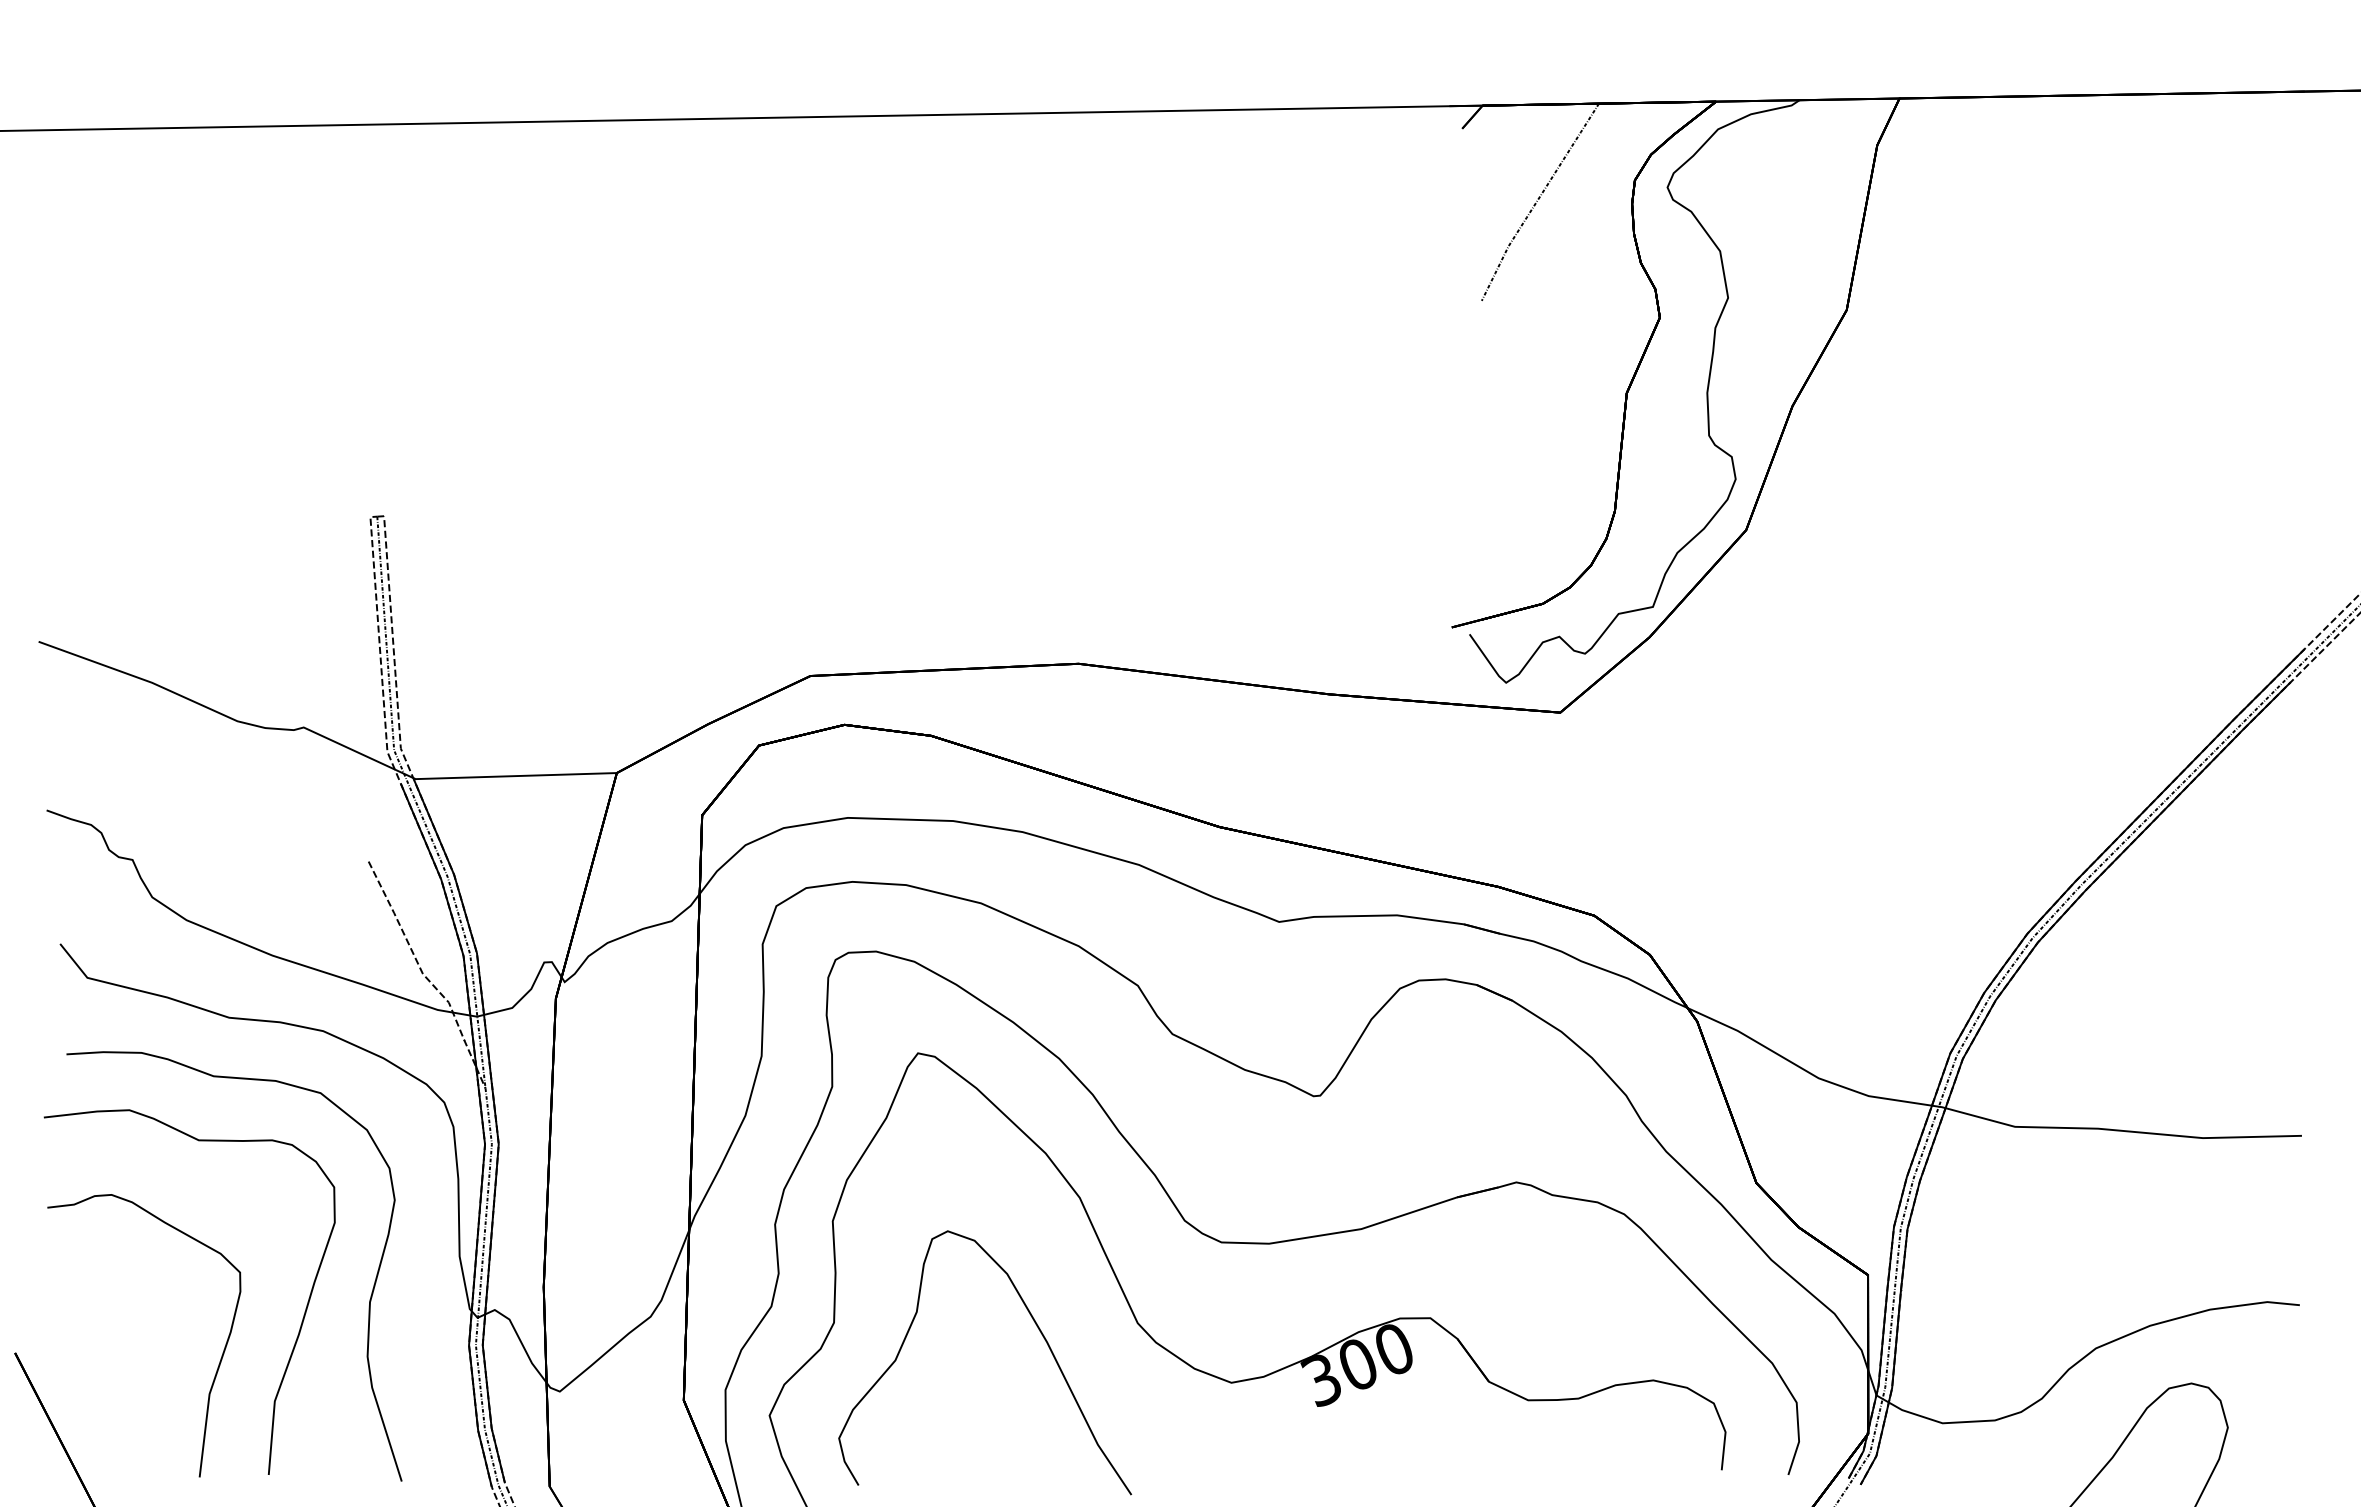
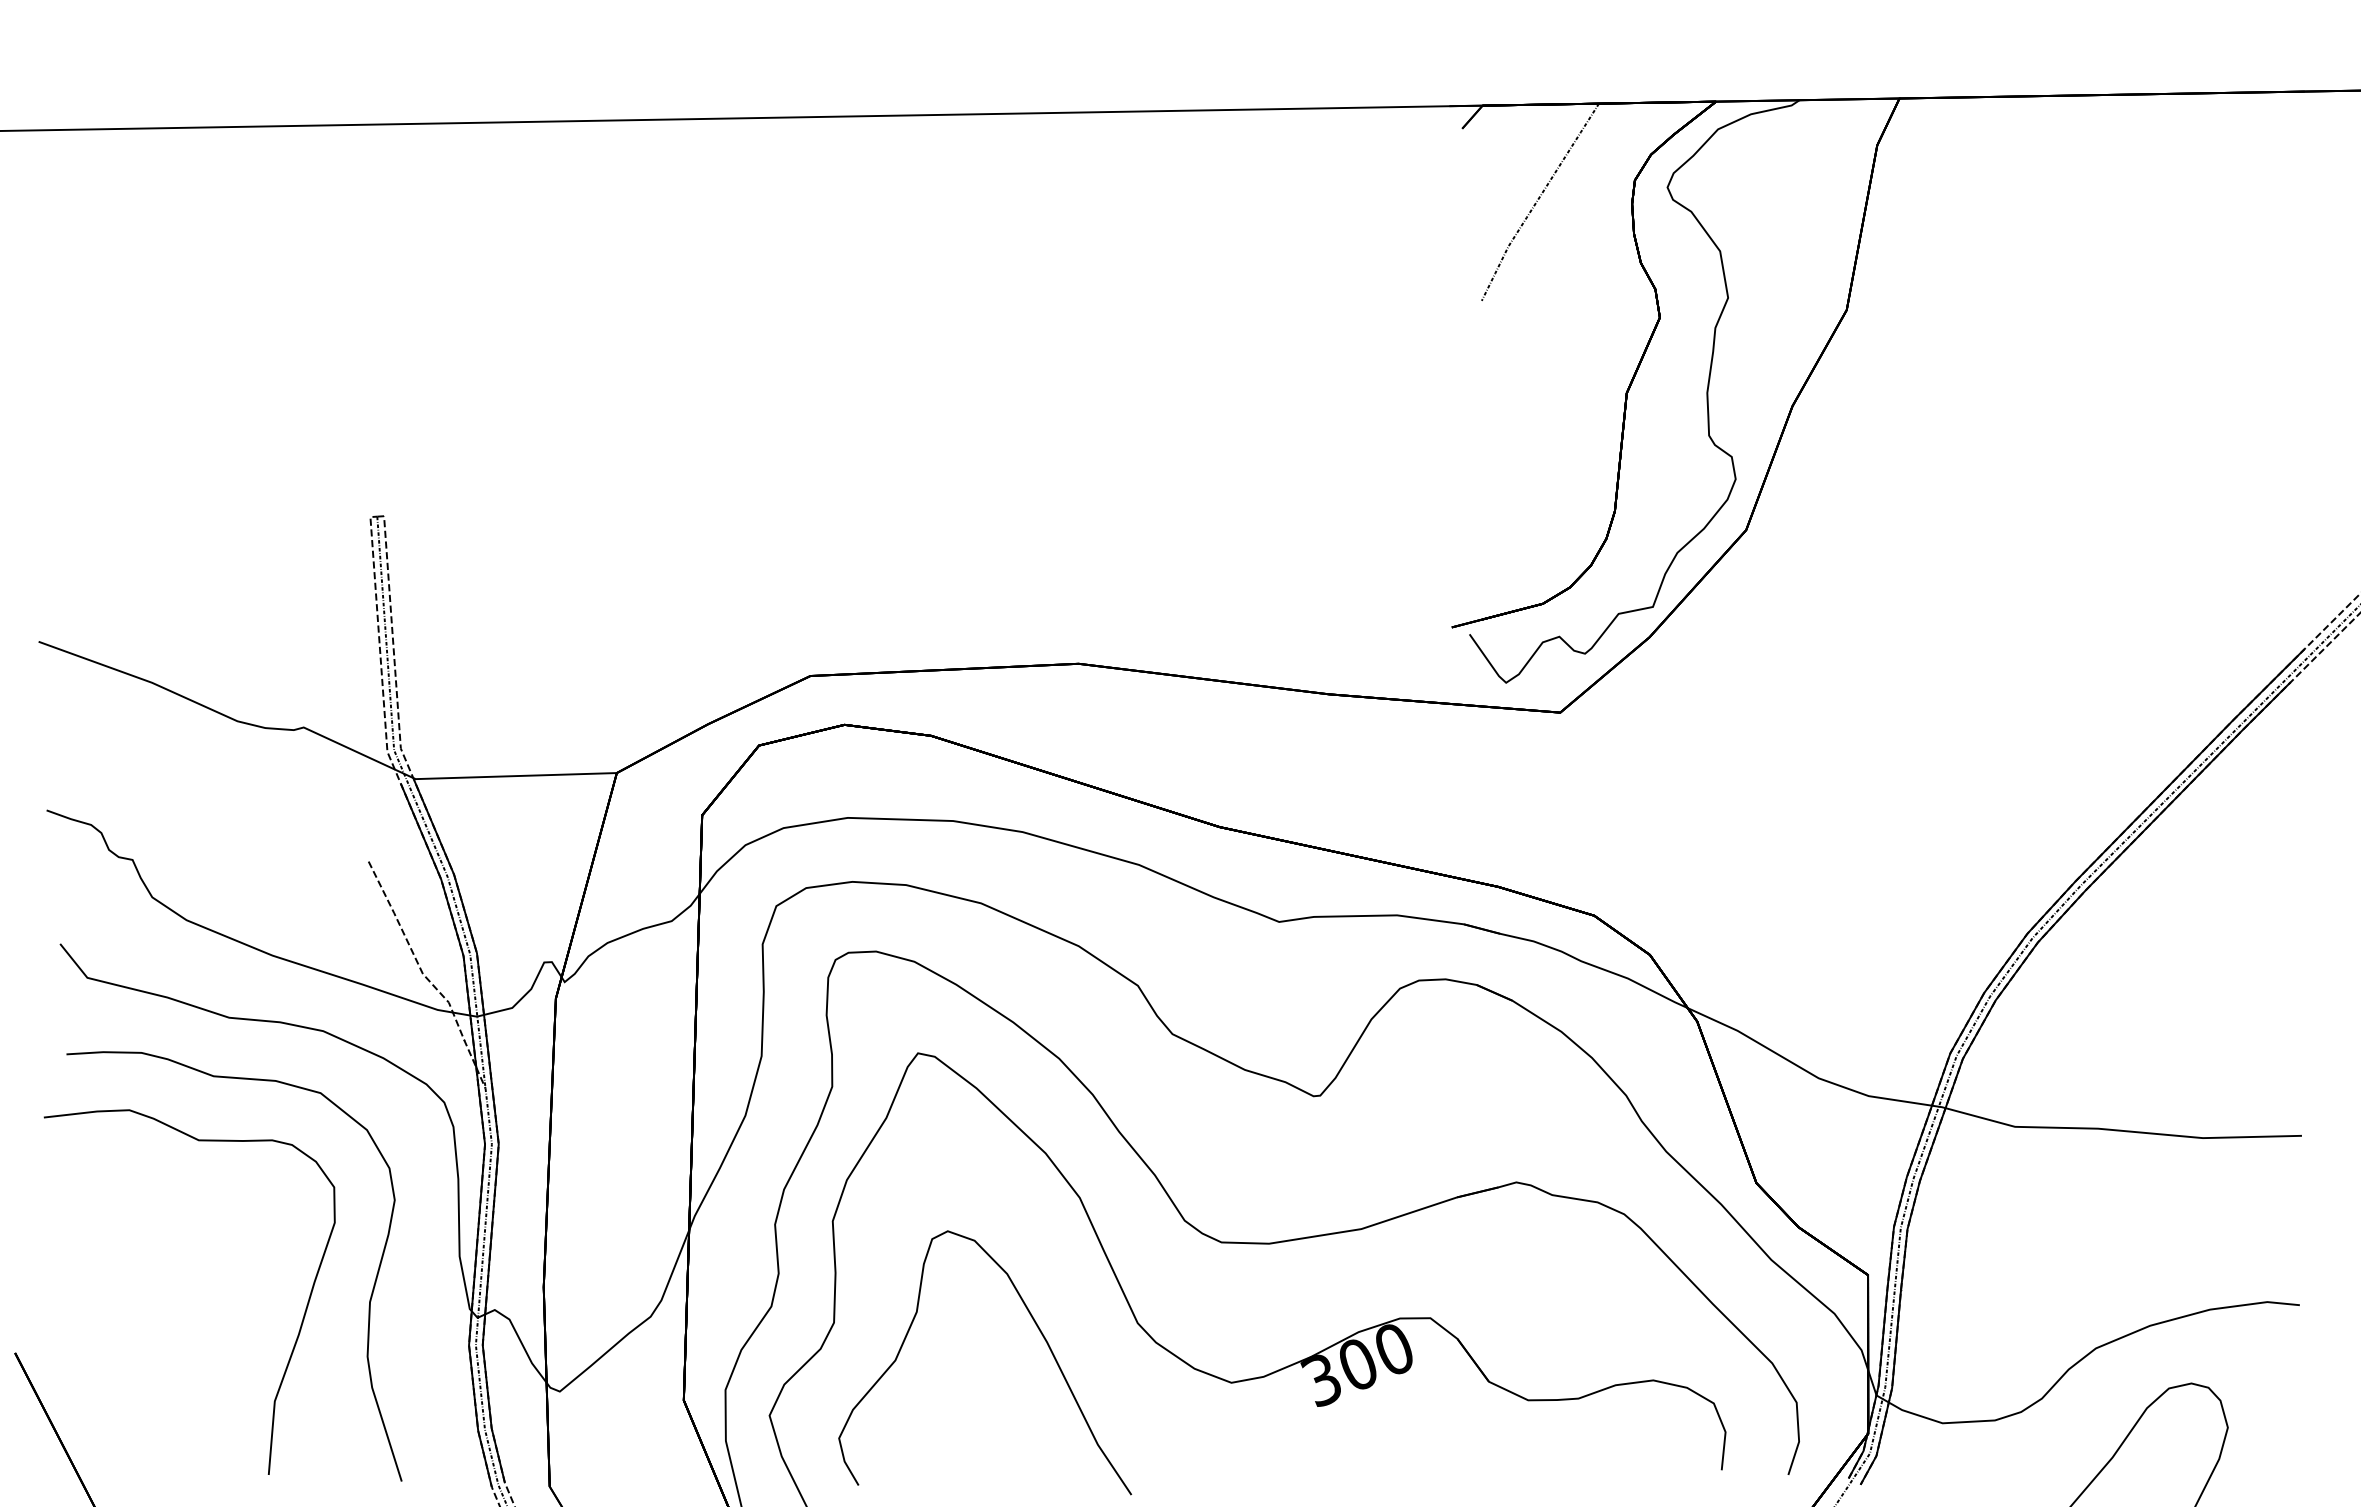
curve at (219, 1361): present -> none
